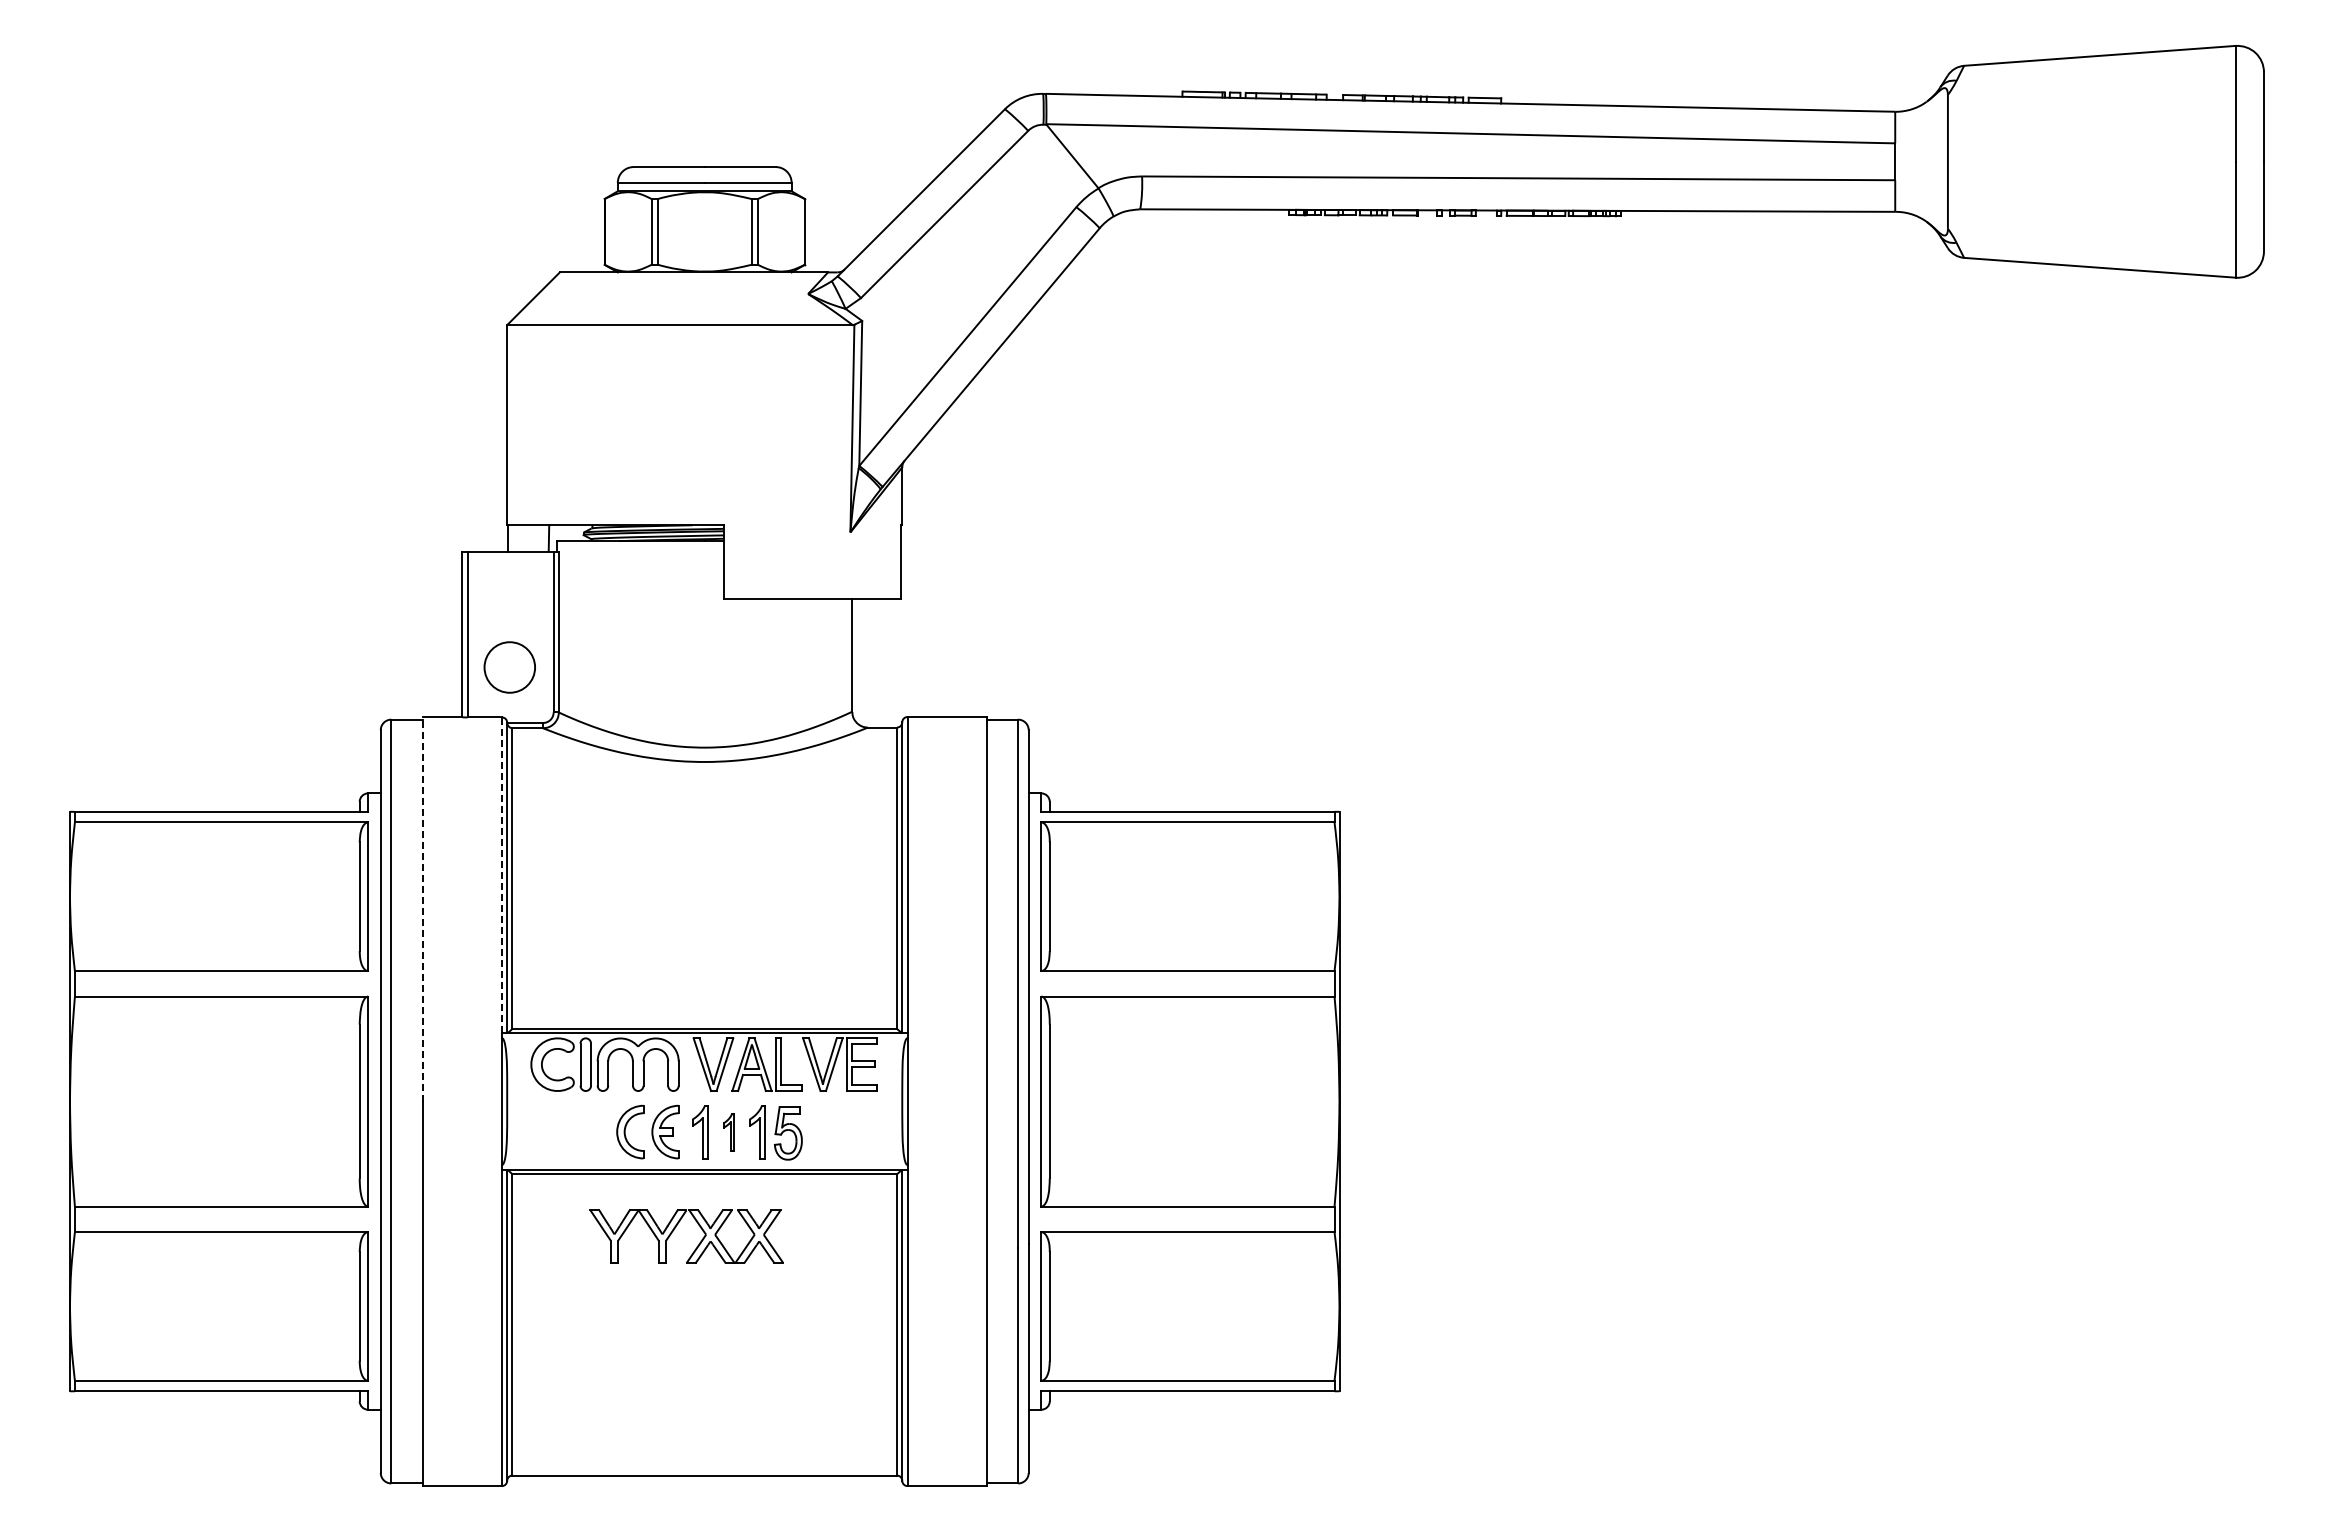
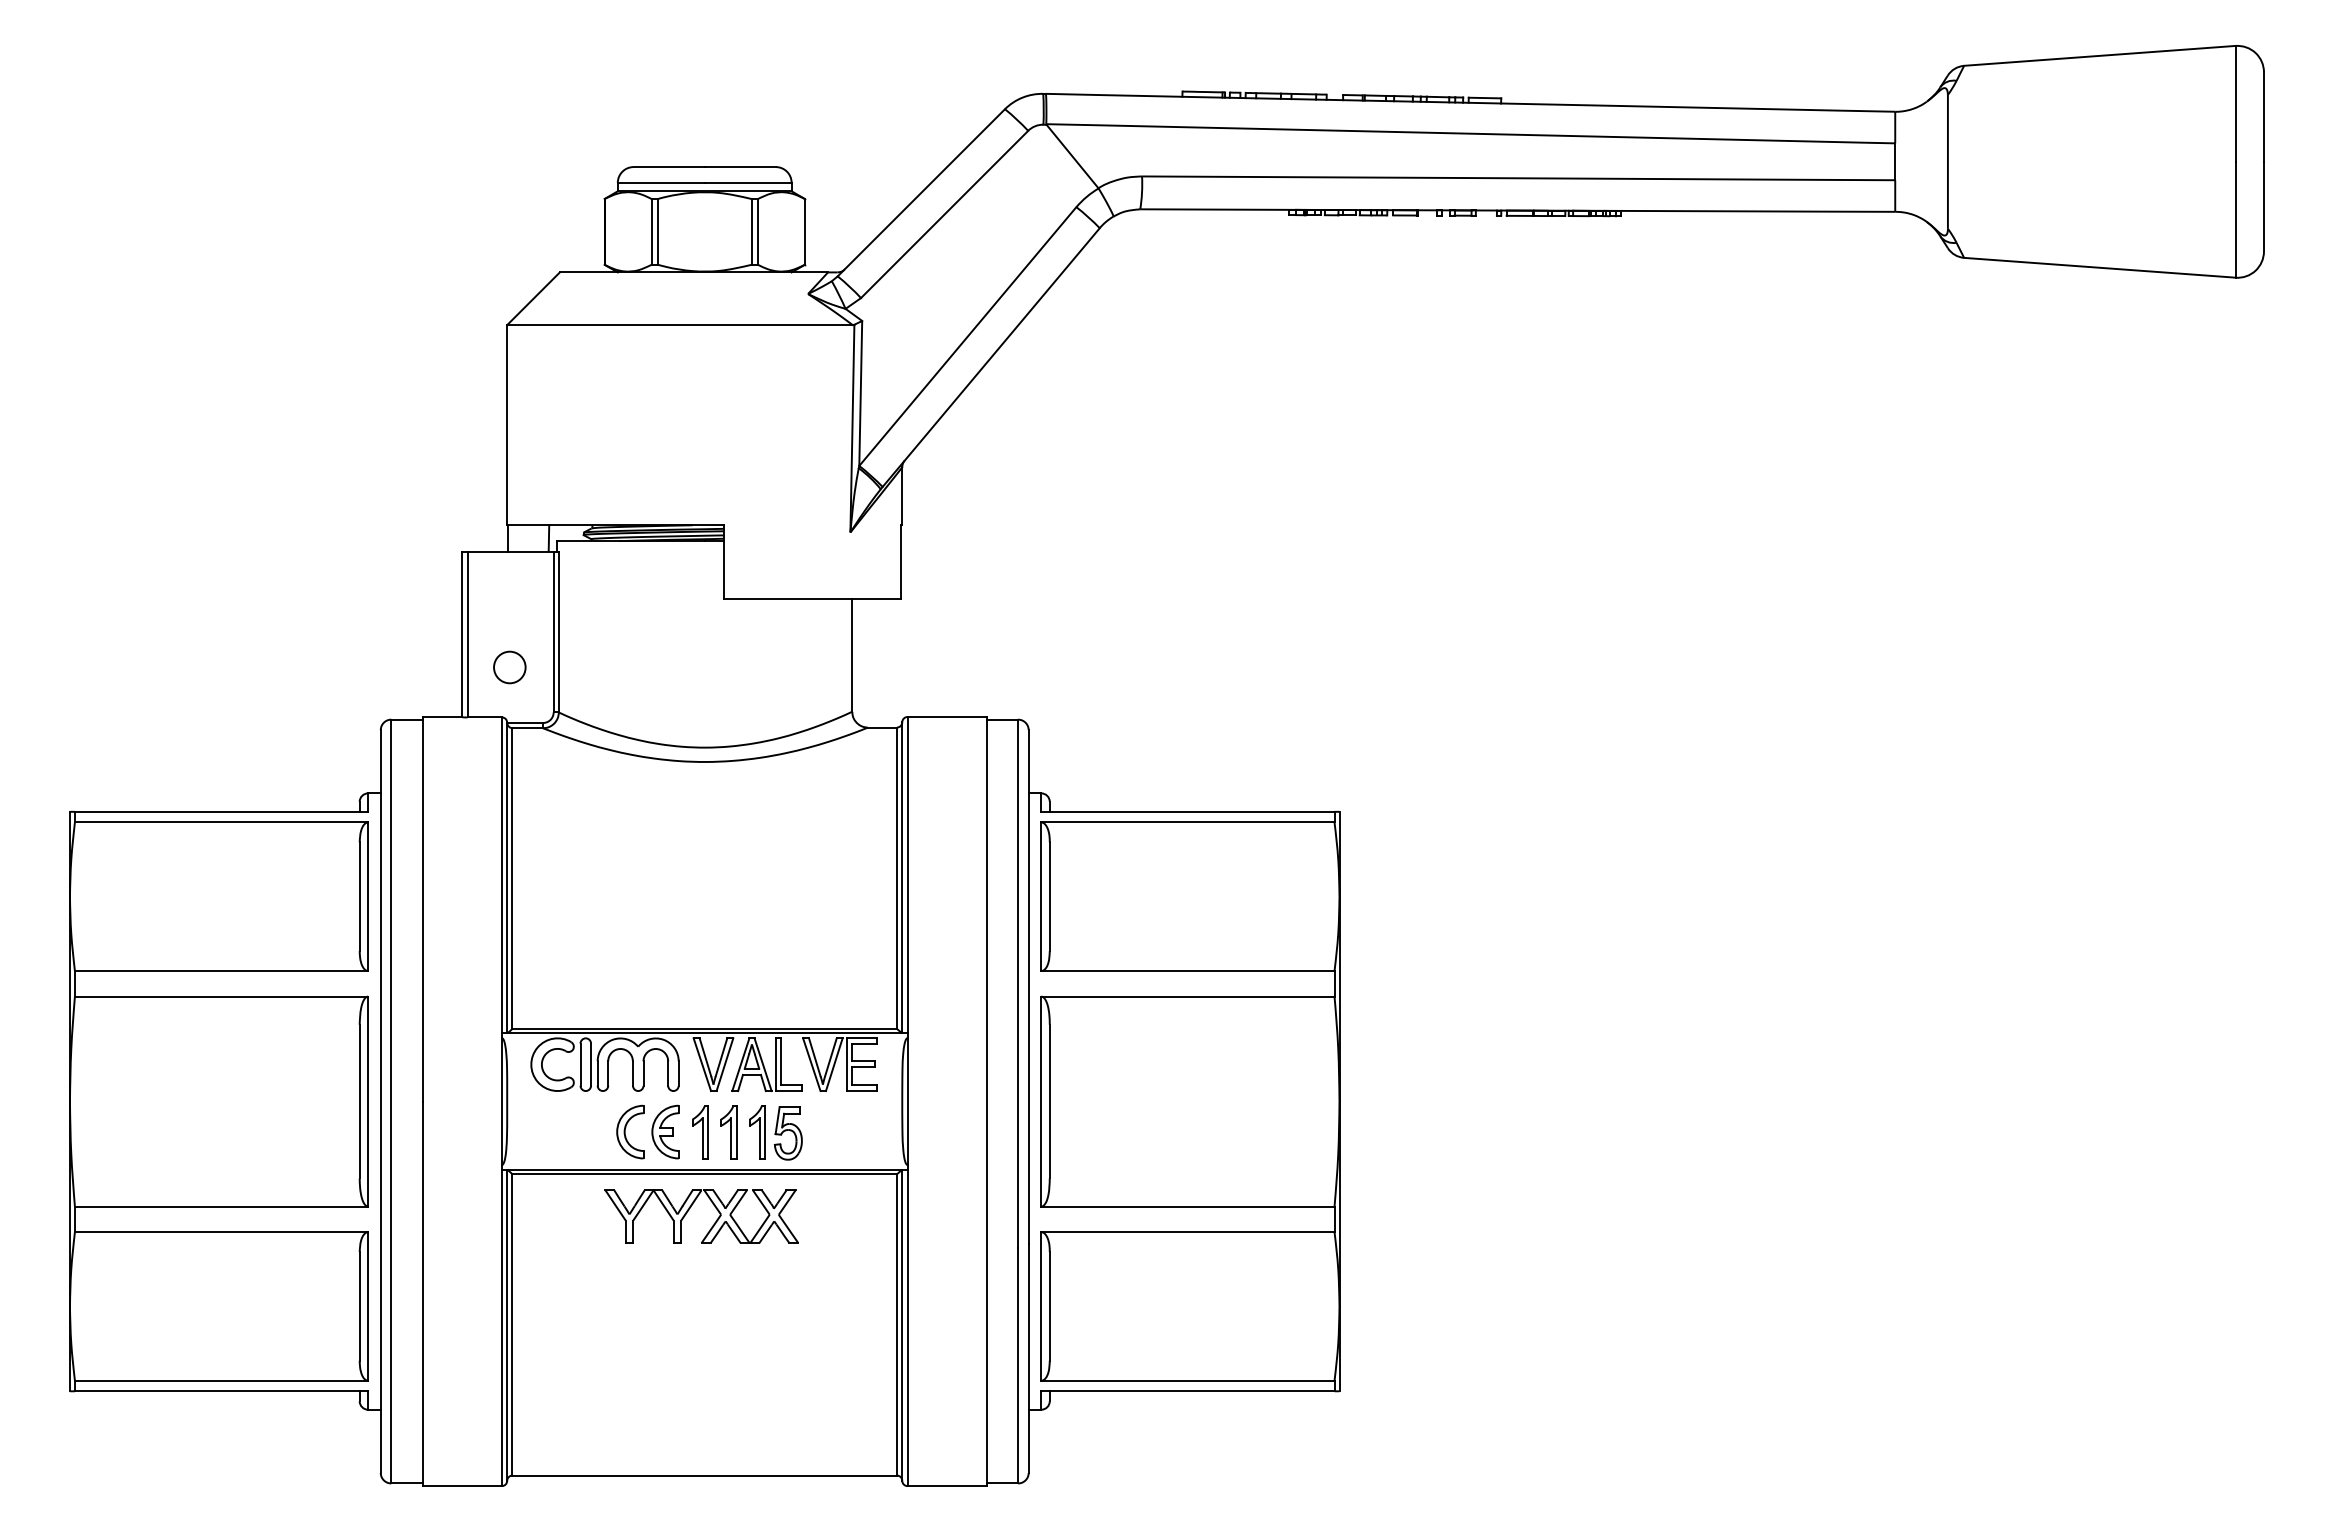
circle at (509, 667) diameter: 51 px -> 32 px
line at (501, 875): dashed -> solid
line at (422, 908): dashed -> solid
part at (728, 1132) size: 12x39 px -> 18x55 px
part at (674, 1230) position: (674, 1230) -> (689, 1210)
